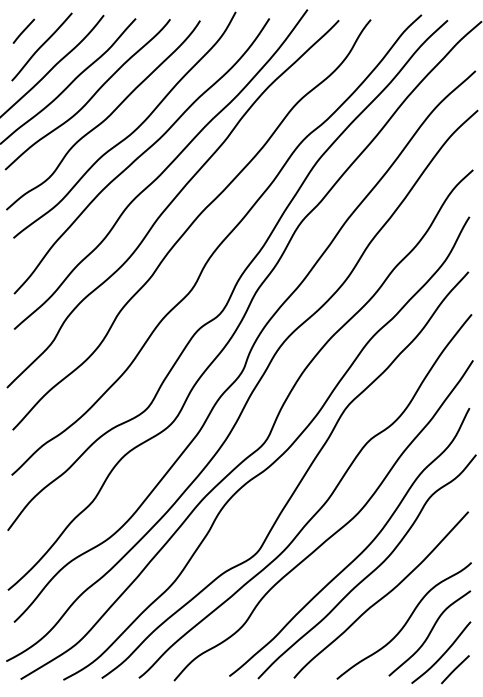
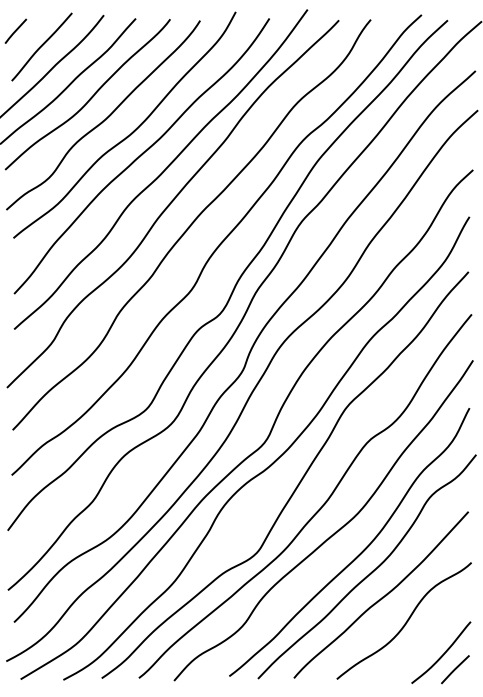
line at (23, 30) position: (23, 30) -> (15, 30)
curve at (429, 633): present -> none
